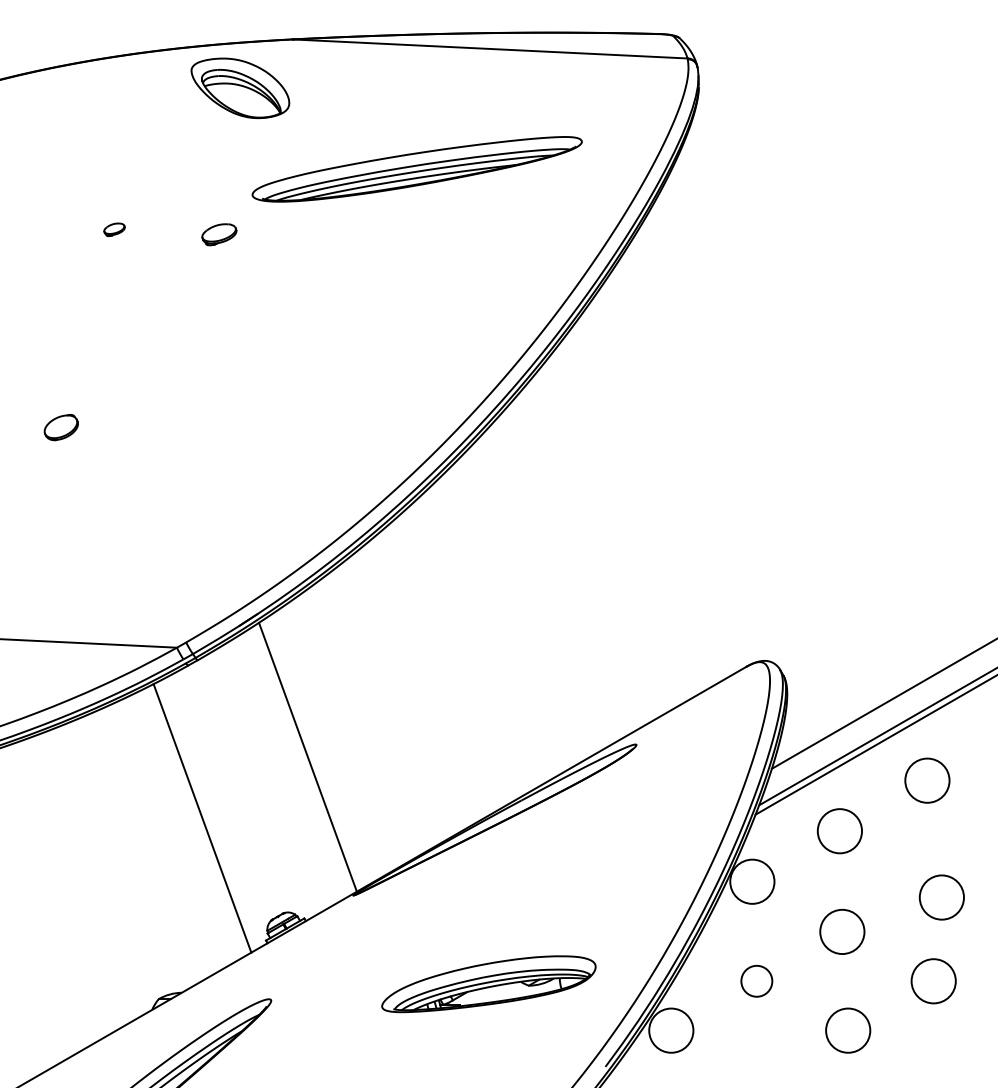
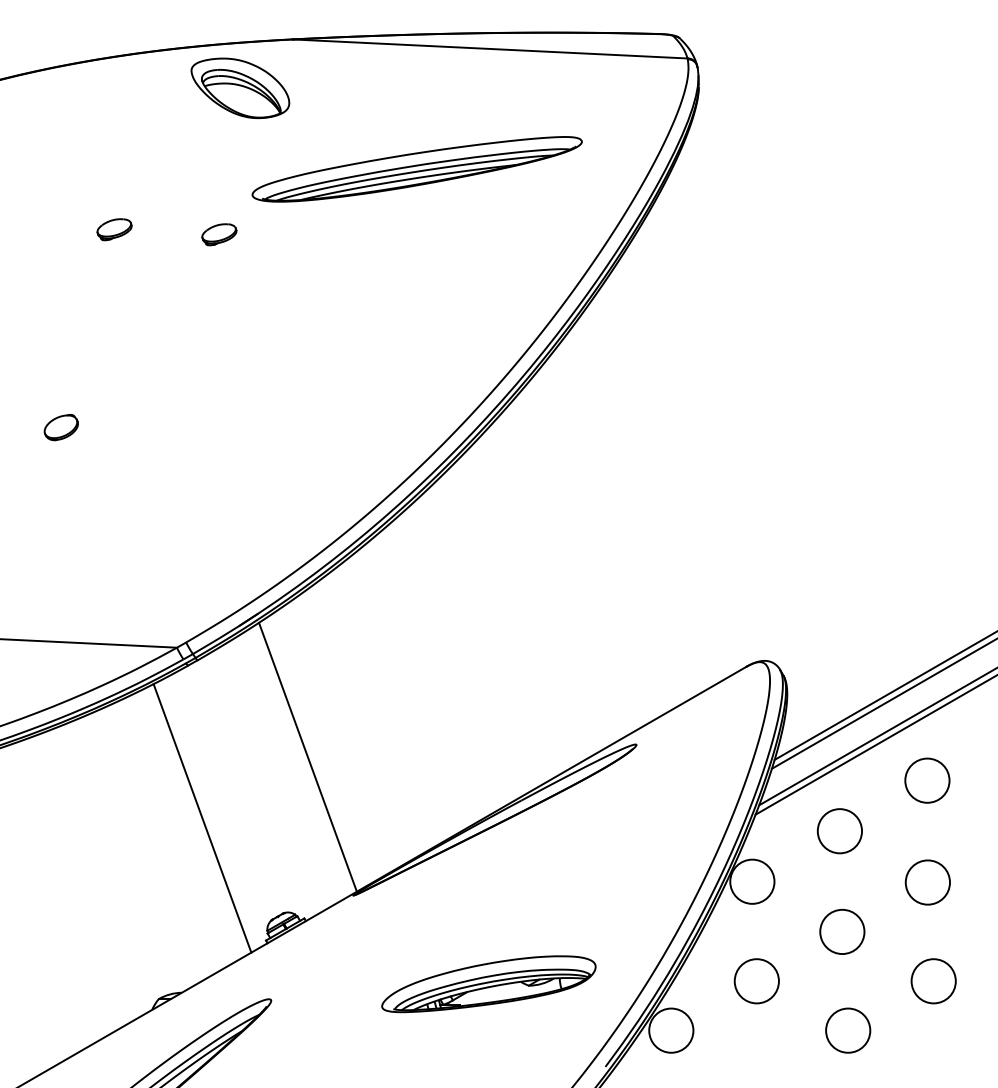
part at (114, 229) size: 23x15 px -> 37x24 px
line at (884, 695): none -> present
circle at (941, 897) position: (941, 897) -> (927, 882)
circle at (756, 980) diameter: 31 px -> 44 px
